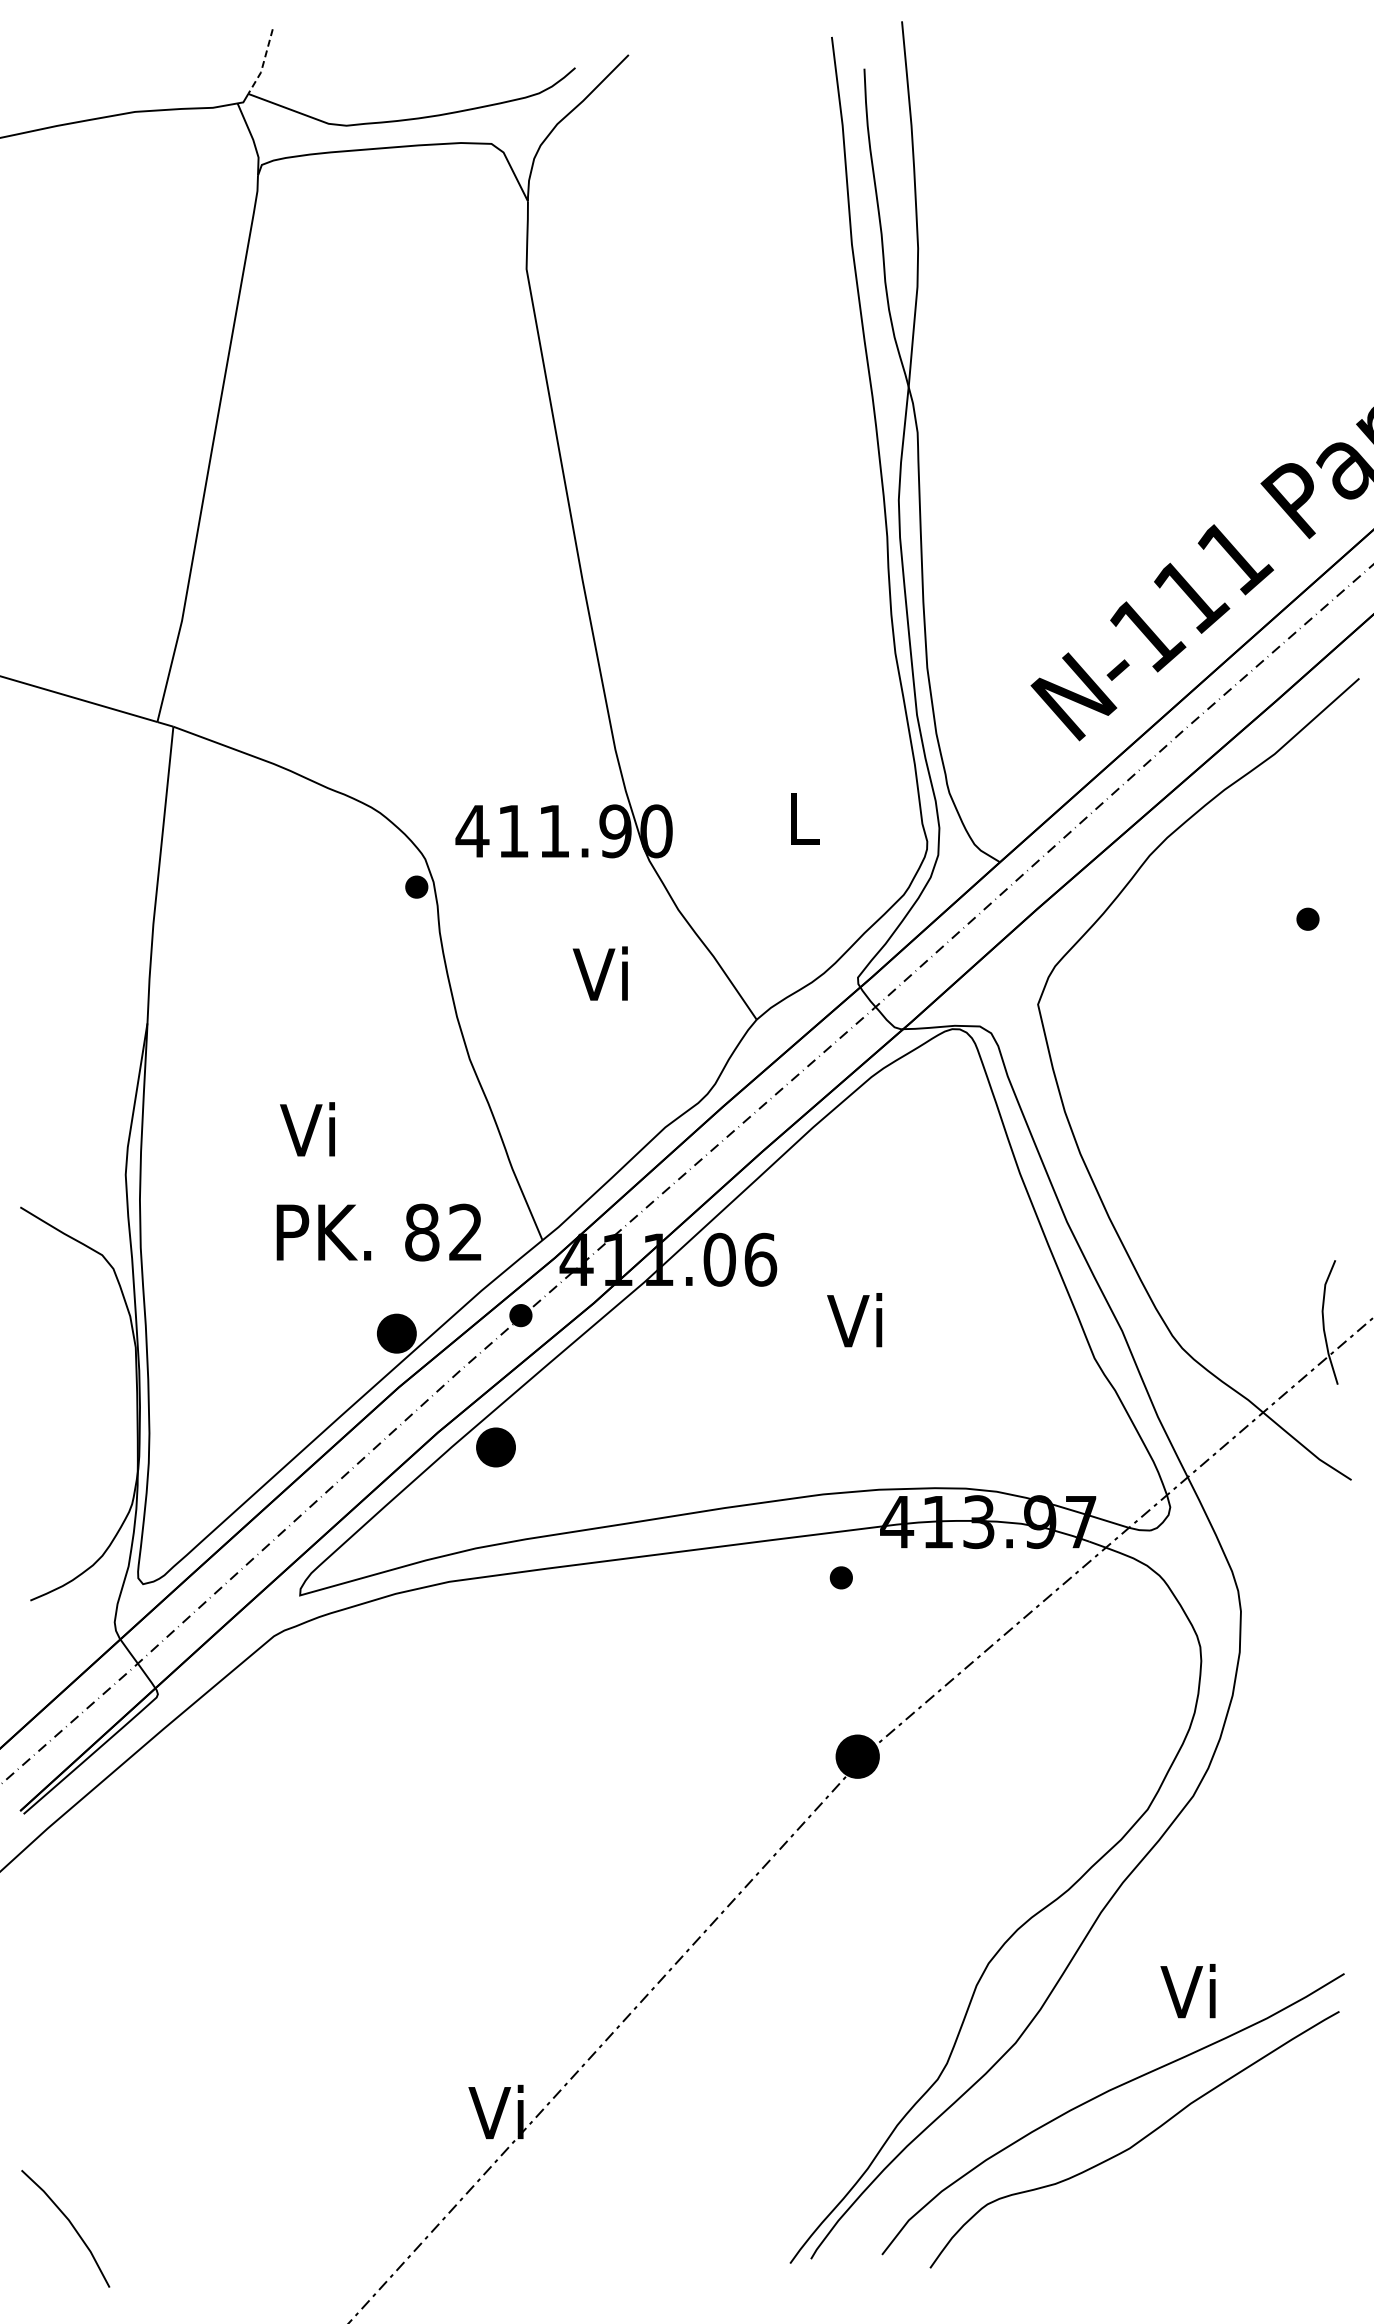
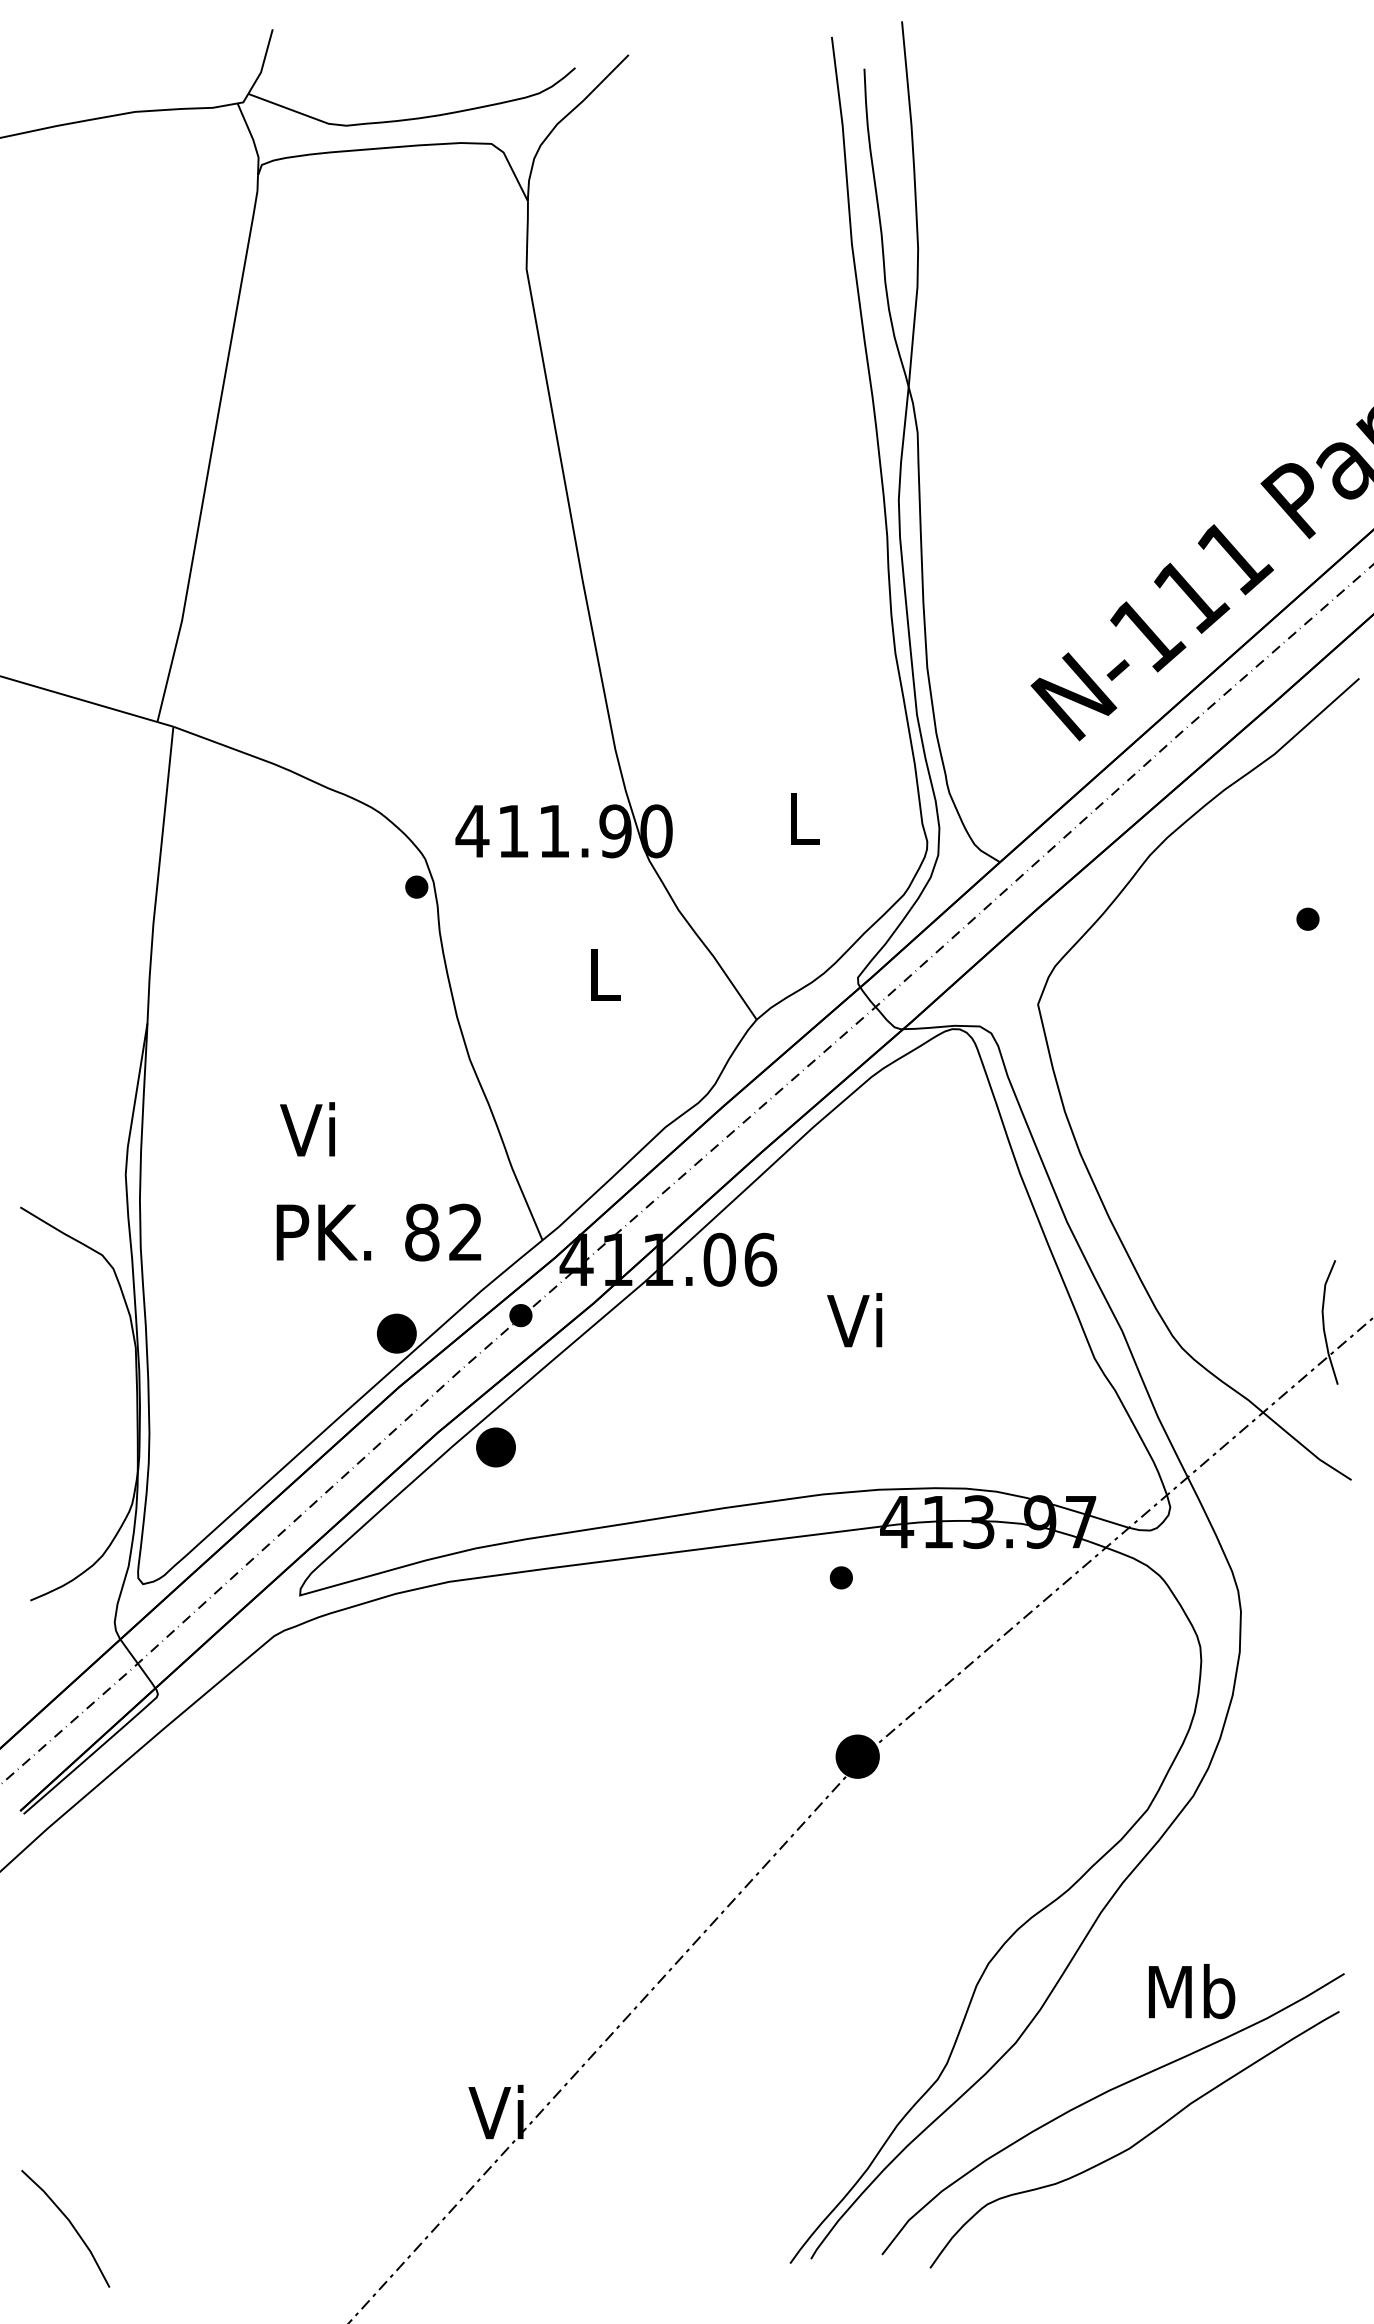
line at (263, 63): dashed -> solid
text at (599, 973): Vi -> L
text at (1191, 1991): Vi -> Mb
